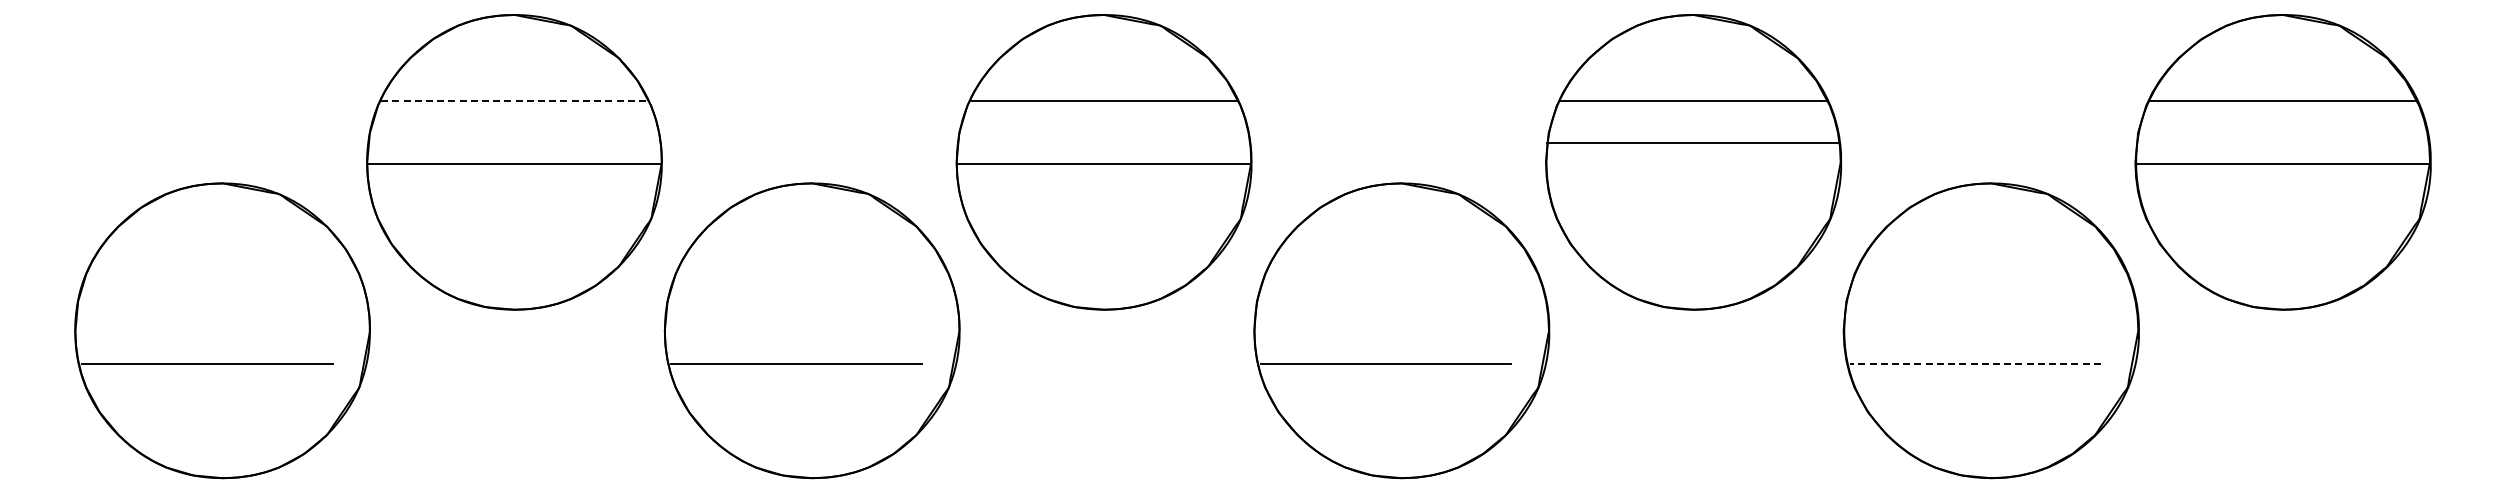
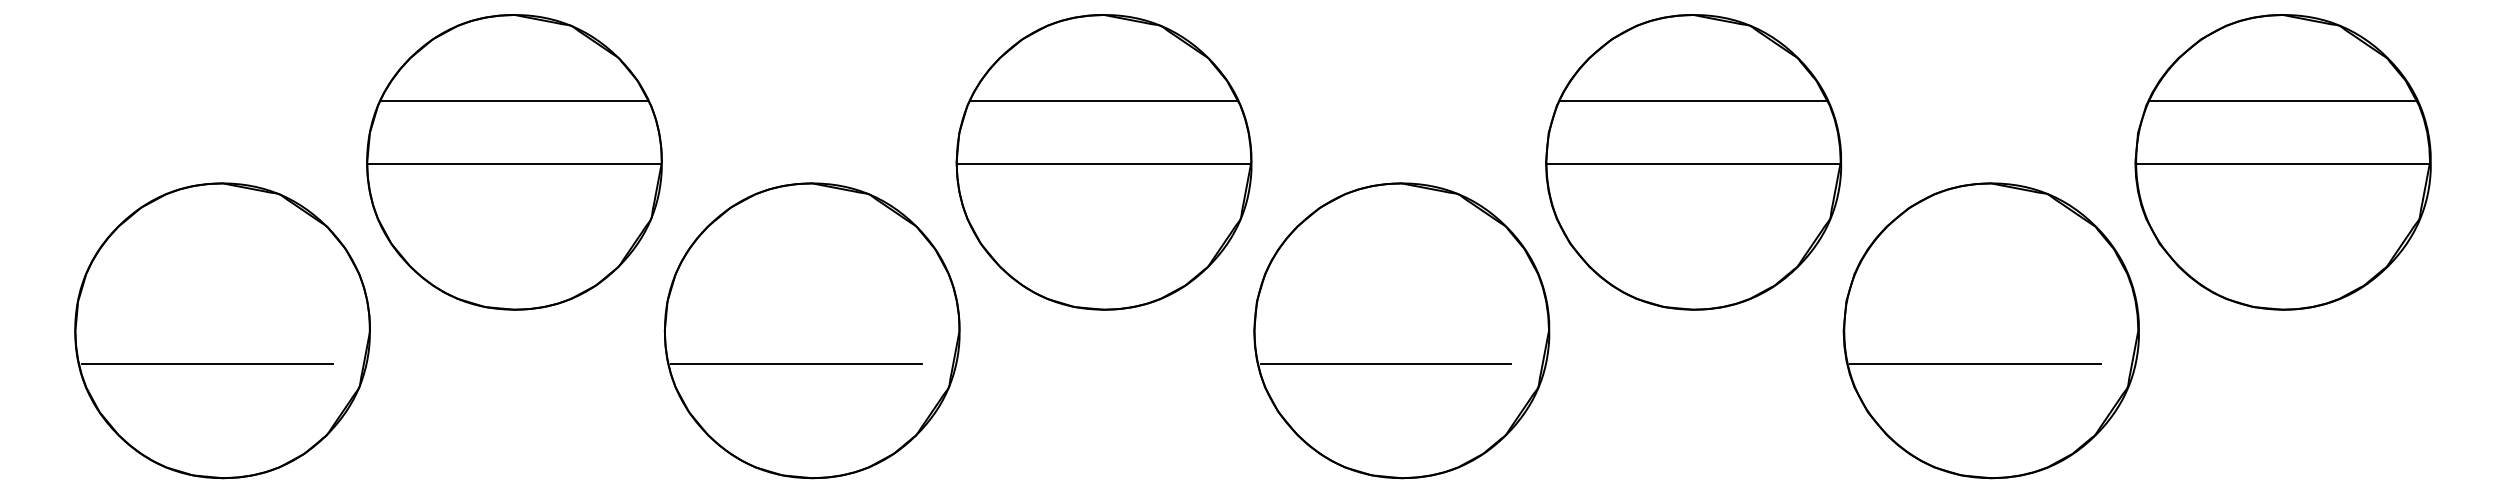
line at (514, 101): dashed -> solid
line at (1692, 143) position: (1692, 143) -> (1692, 164)
line at (1975, 364): dashed -> solid
